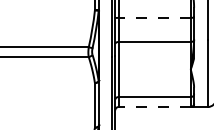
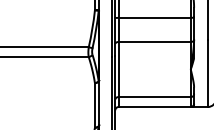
line at (154, 17): dashed -> solid
line at (154, 107): dashed -> solid
